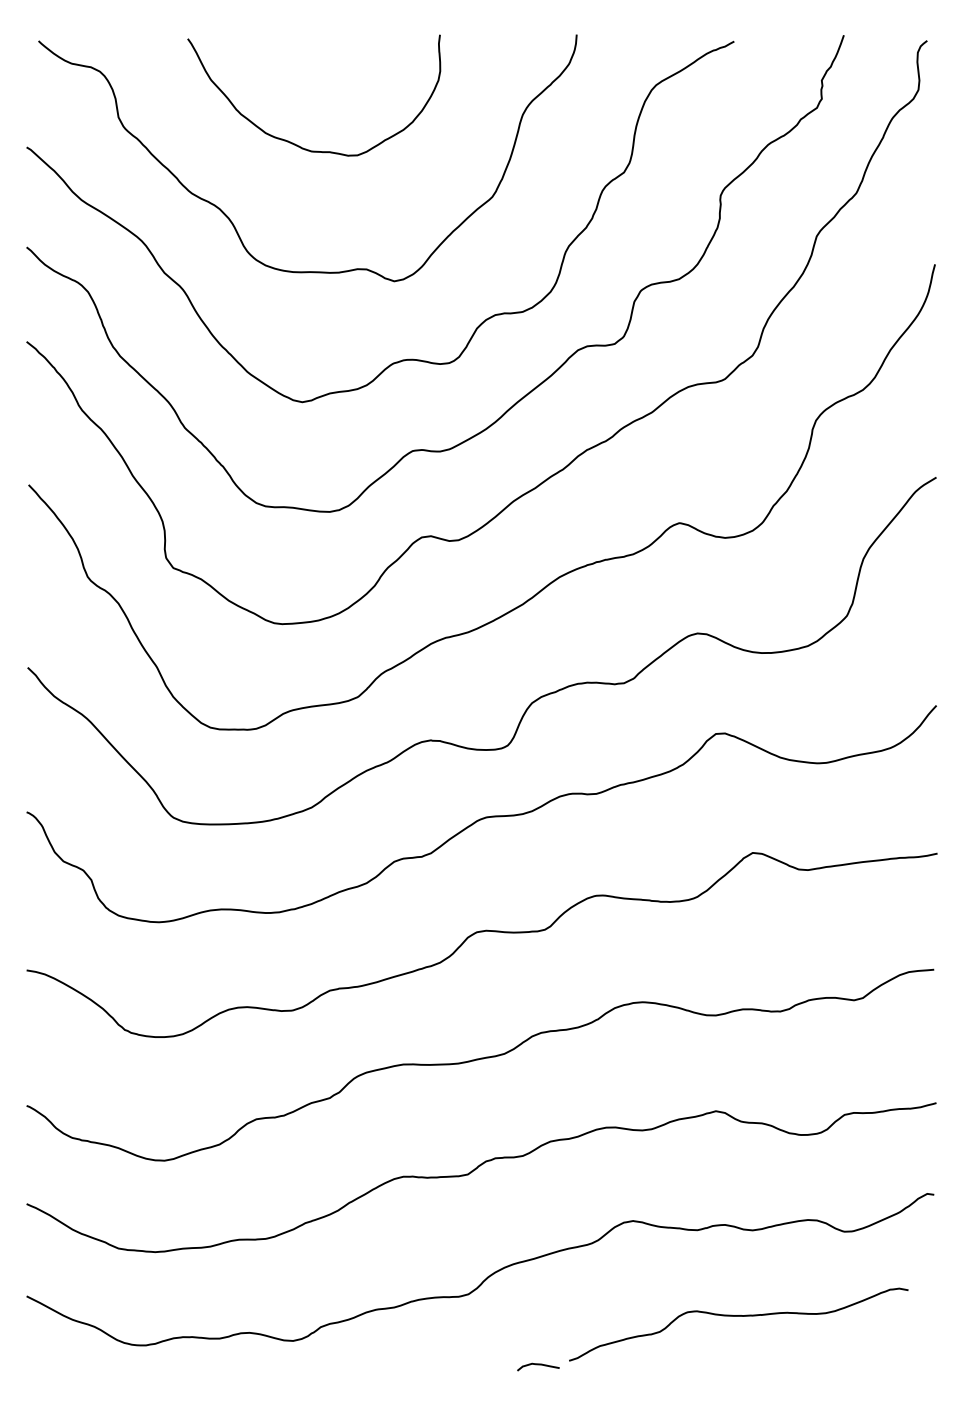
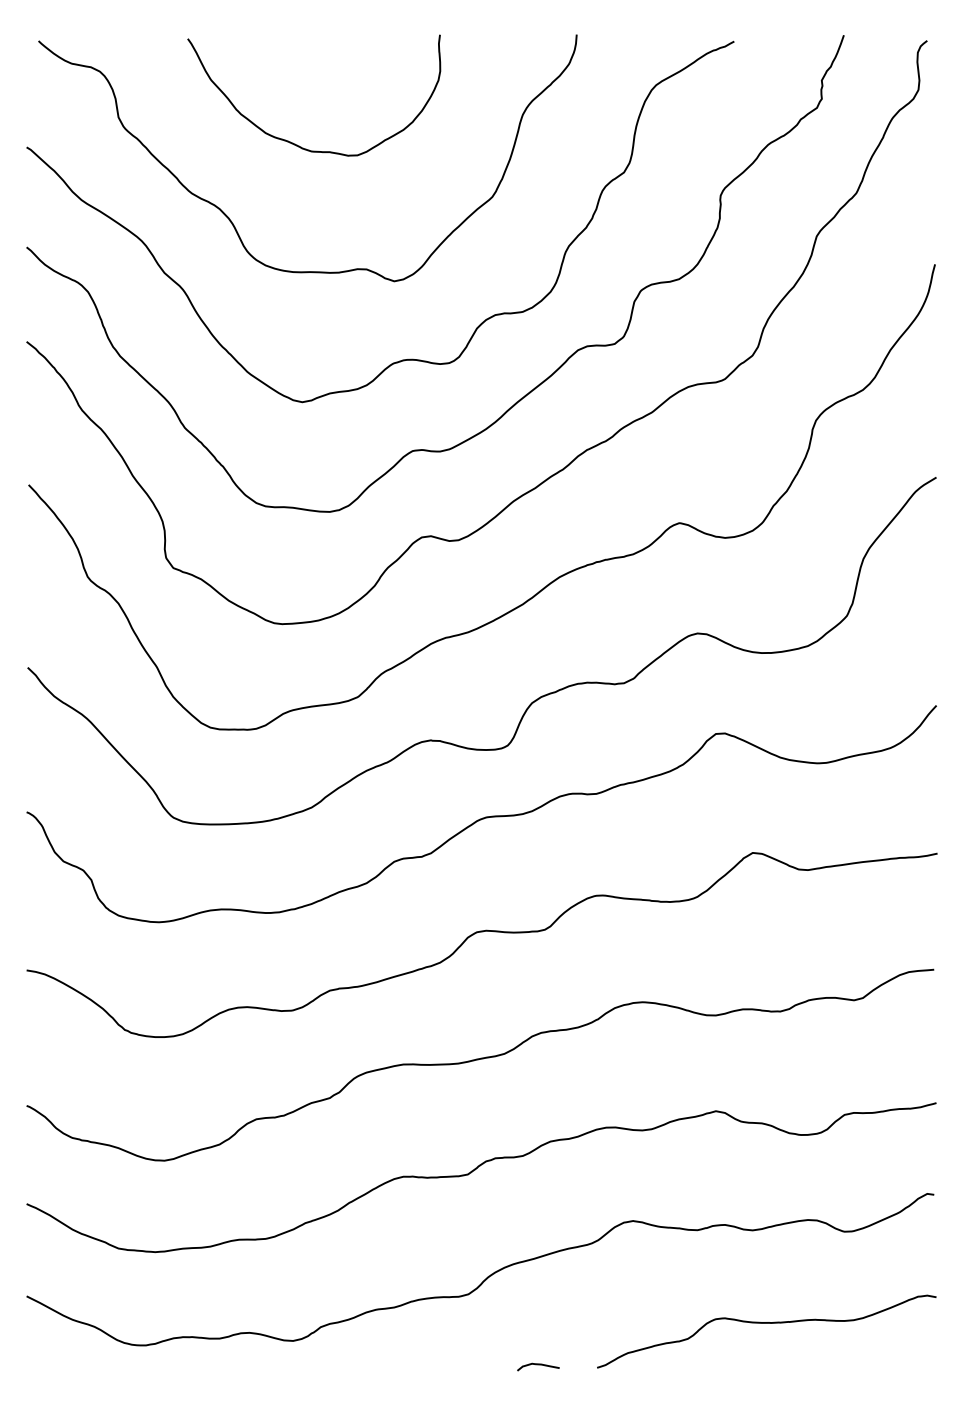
curve at (738, 1316) position: (738, 1316) -> (766, 1323)
